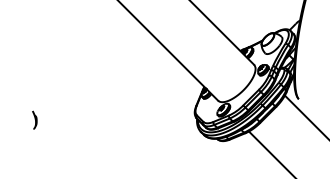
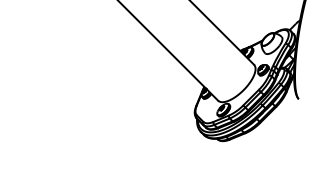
line at (305, 116): present -> none
part at (34, 119): present -> none
line at (270, 153): present -> none
